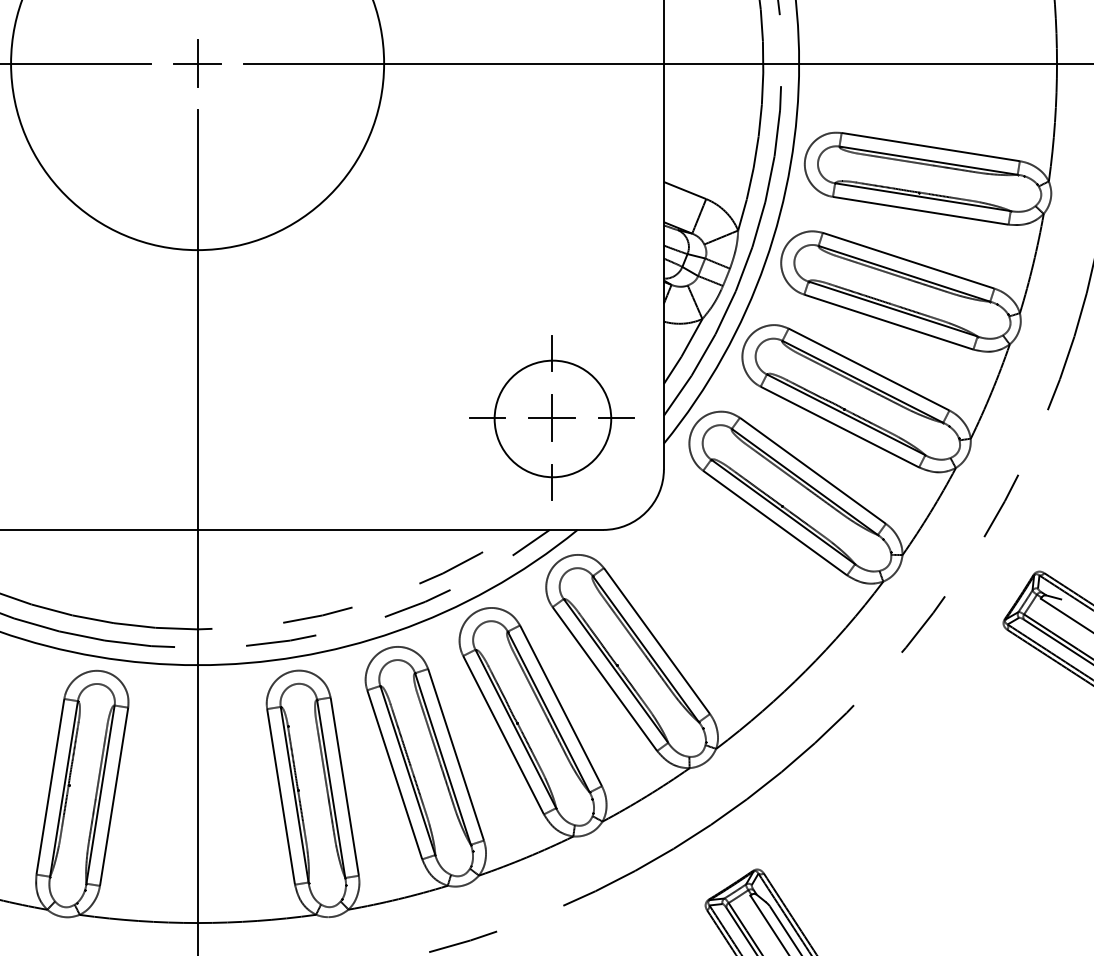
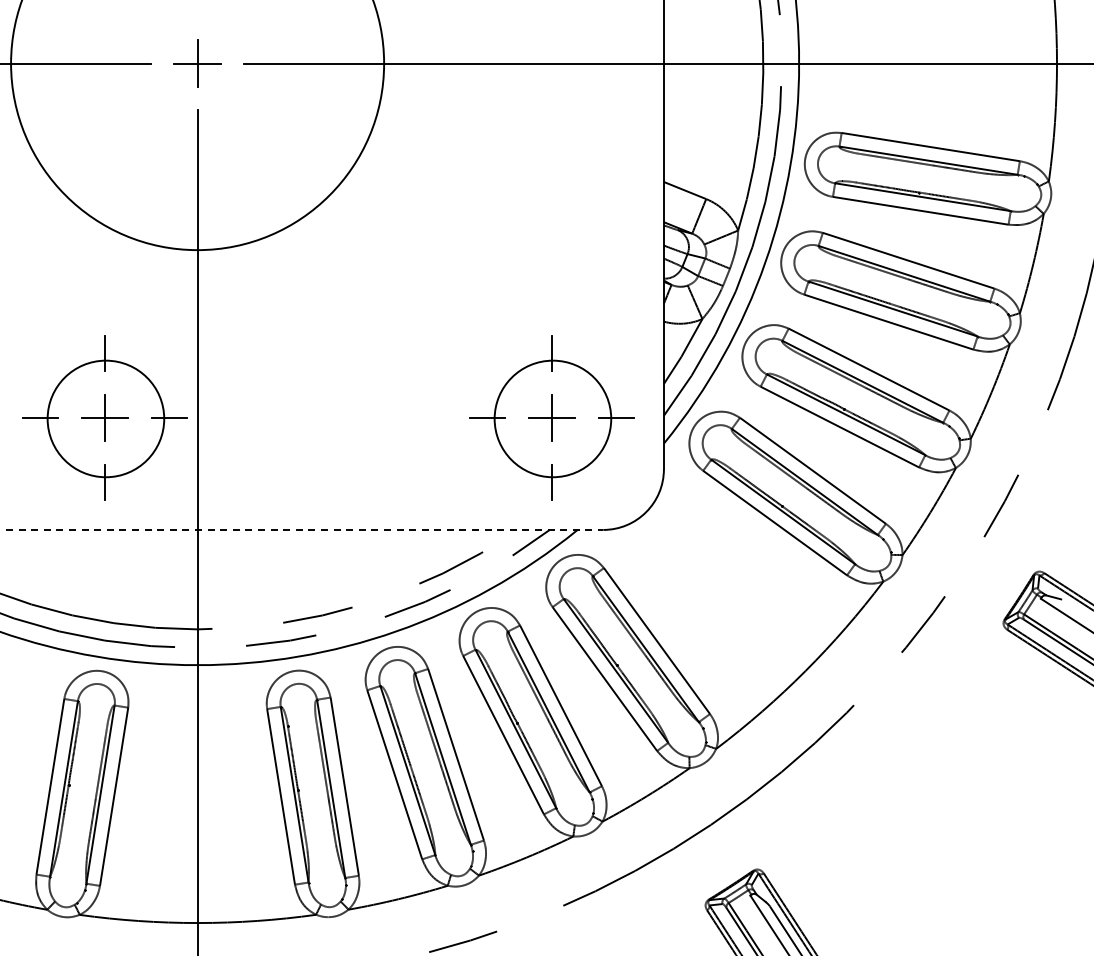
part at (104, 417): none -> present
line at (302, 529): solid -> dashed
